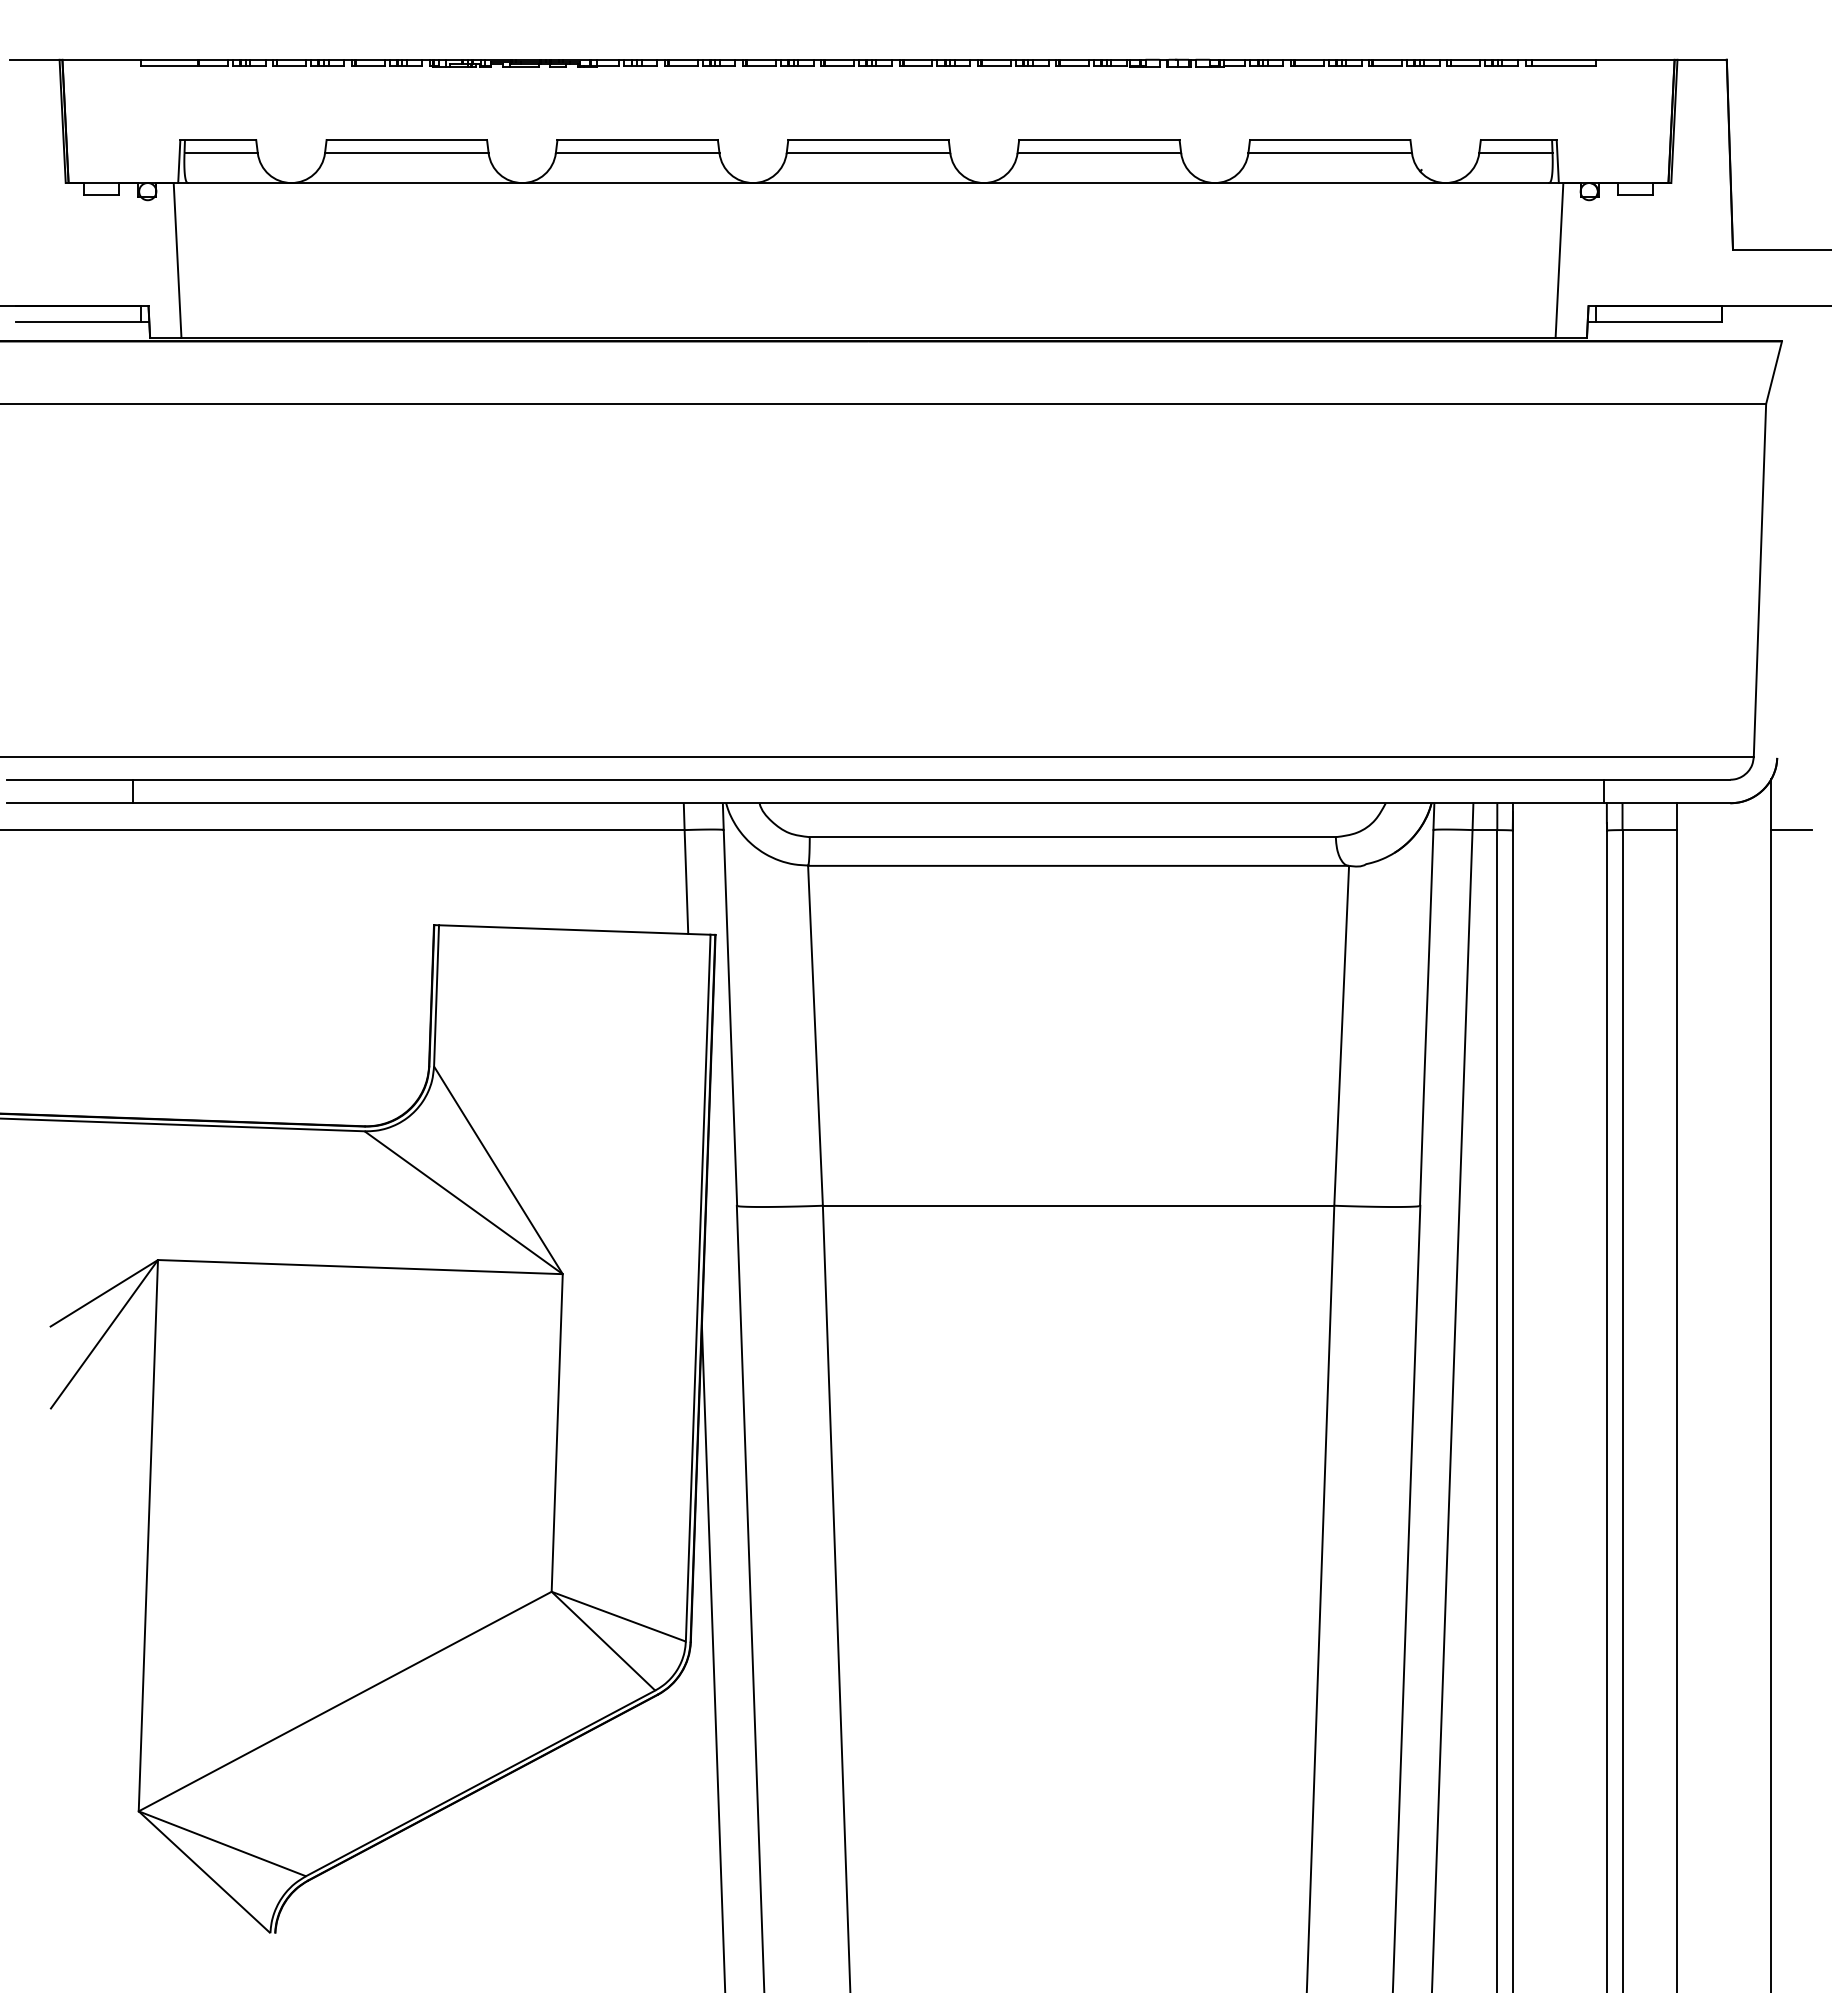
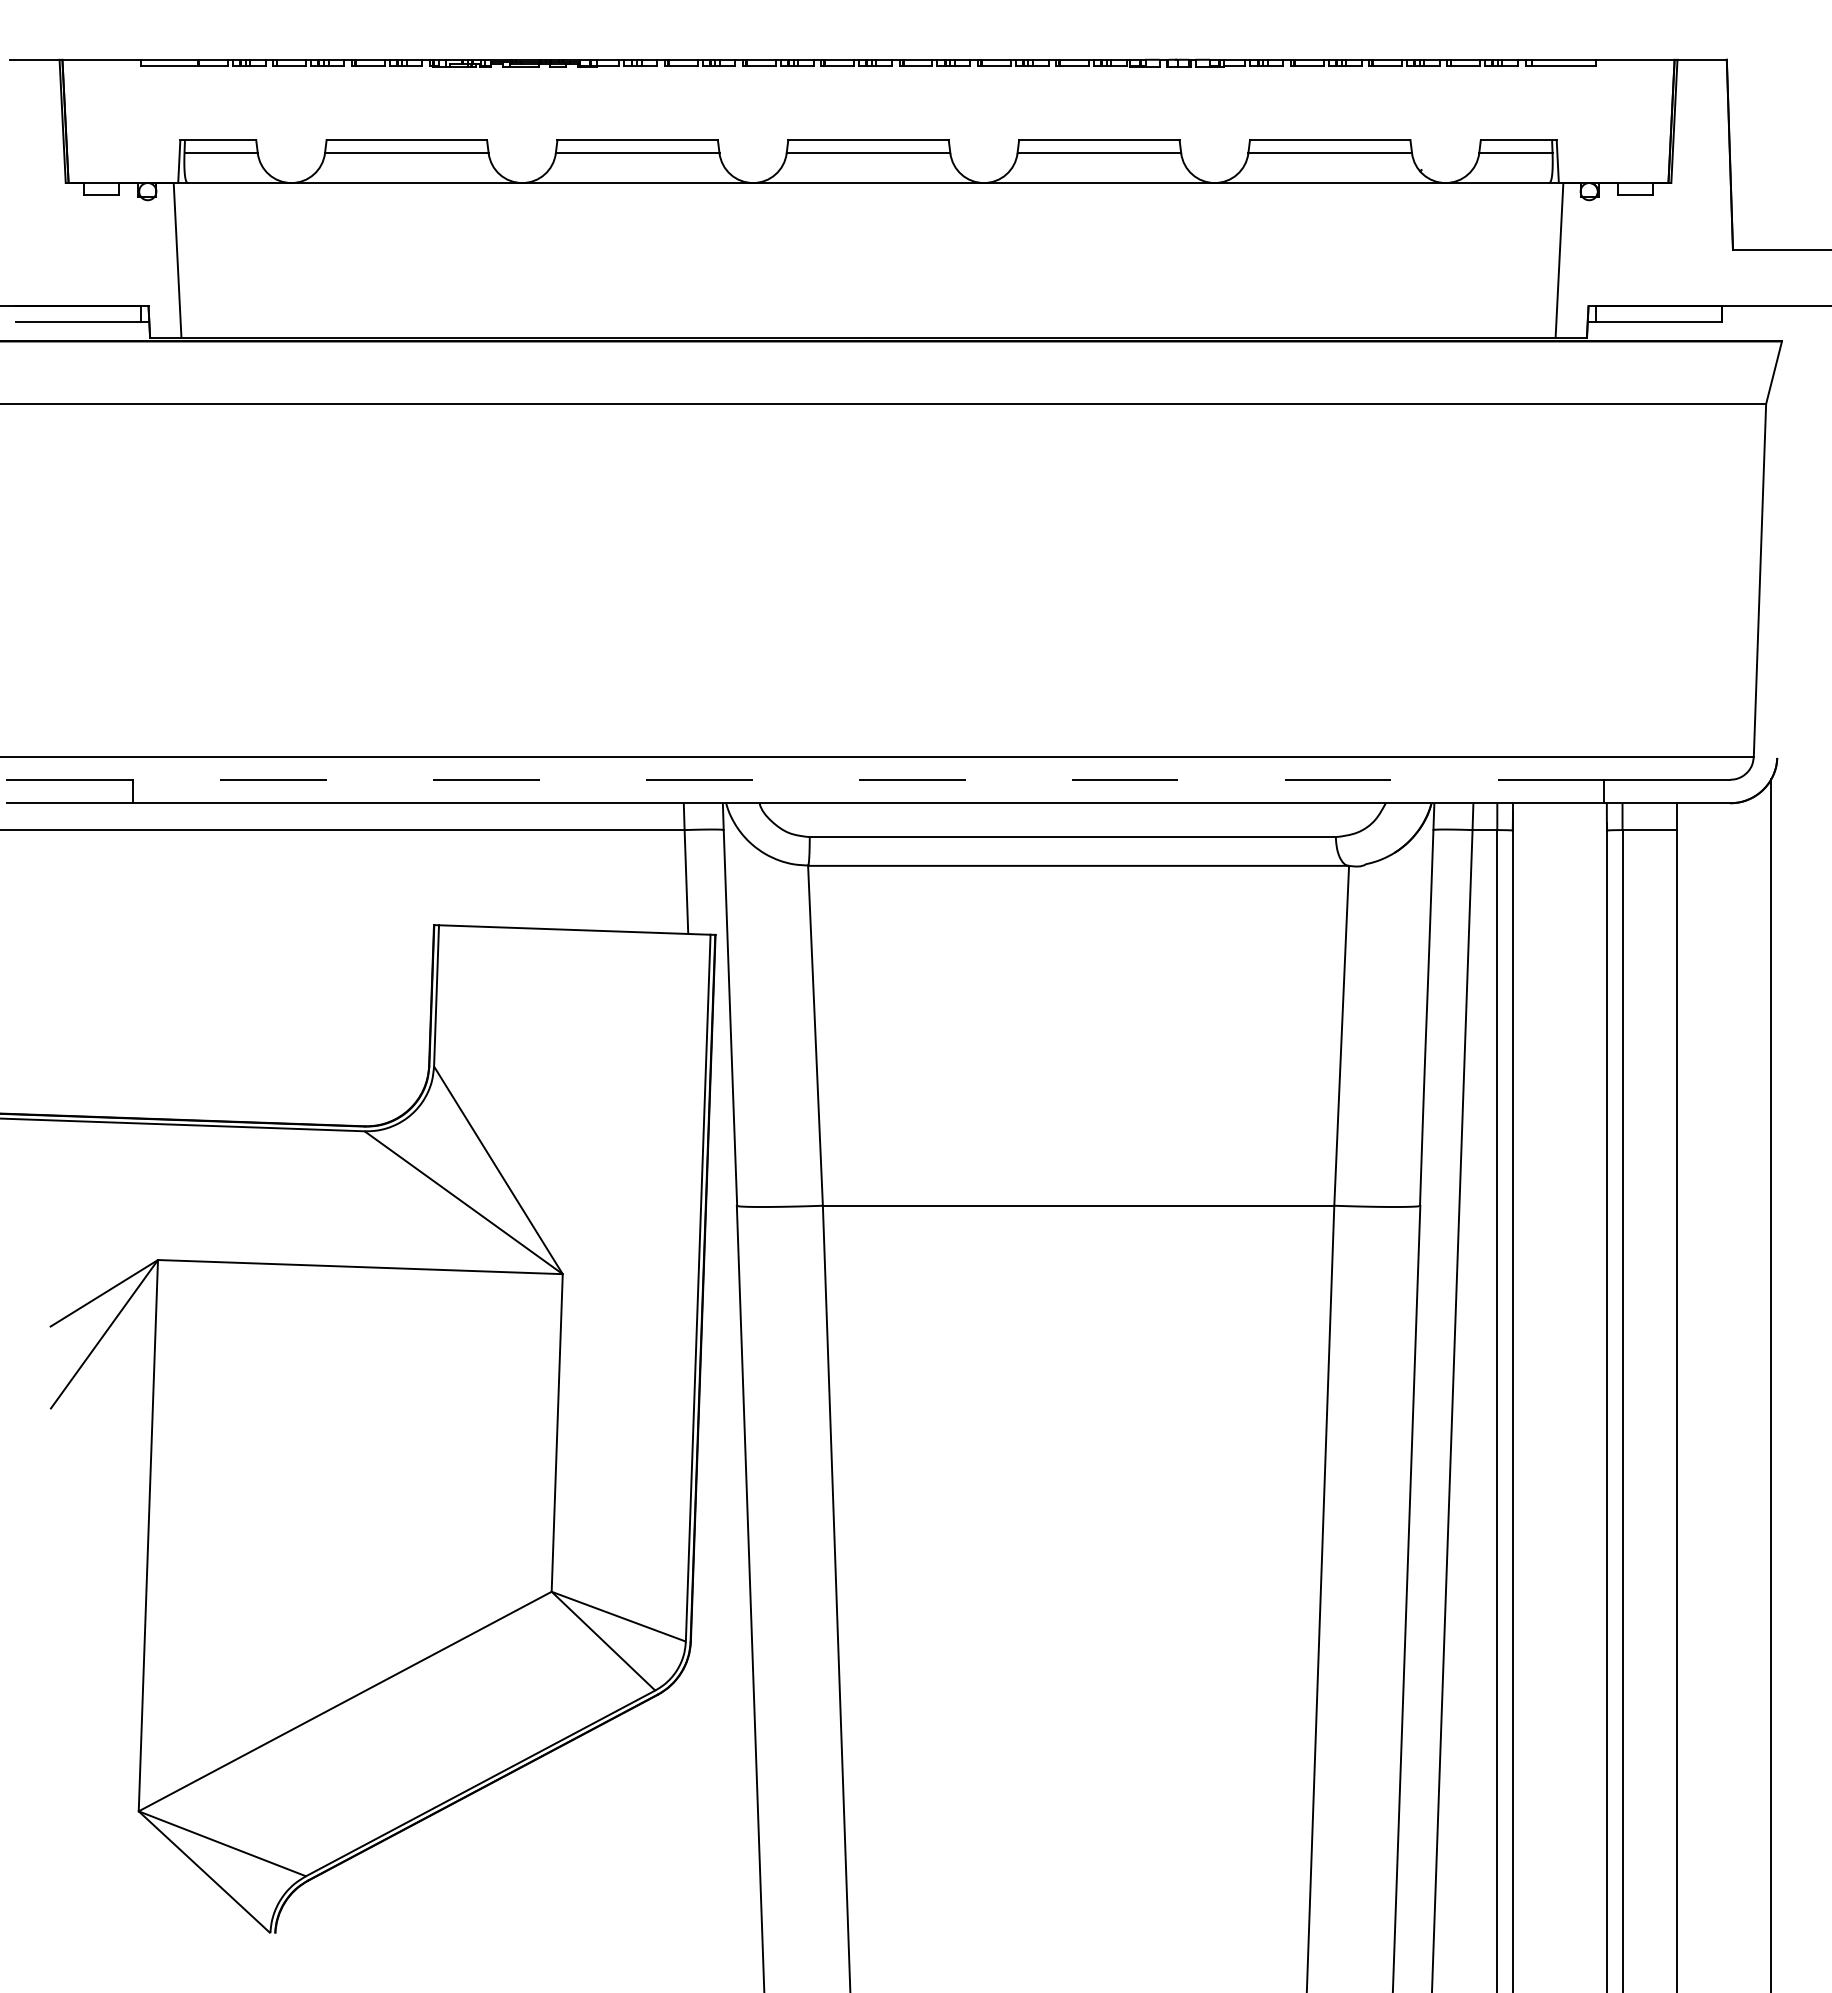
line at (868, 779): solid -> dashed
line at (1791, 830): present -> none
line at (713, 1657): present -> none
